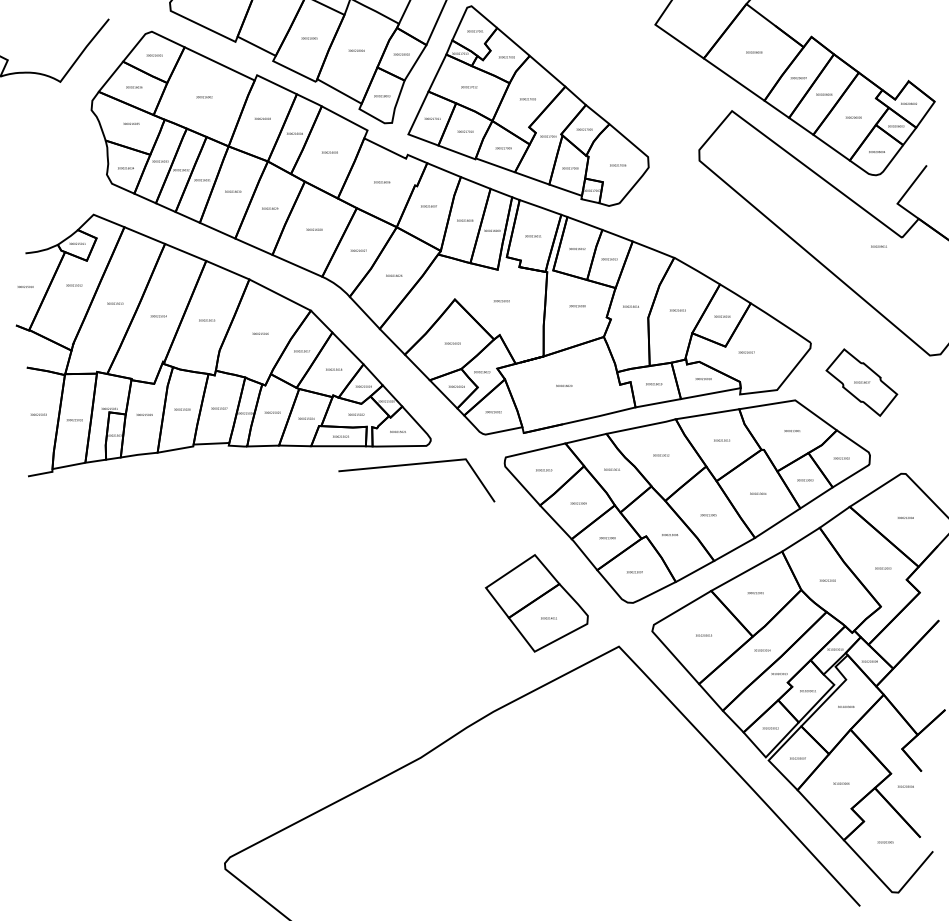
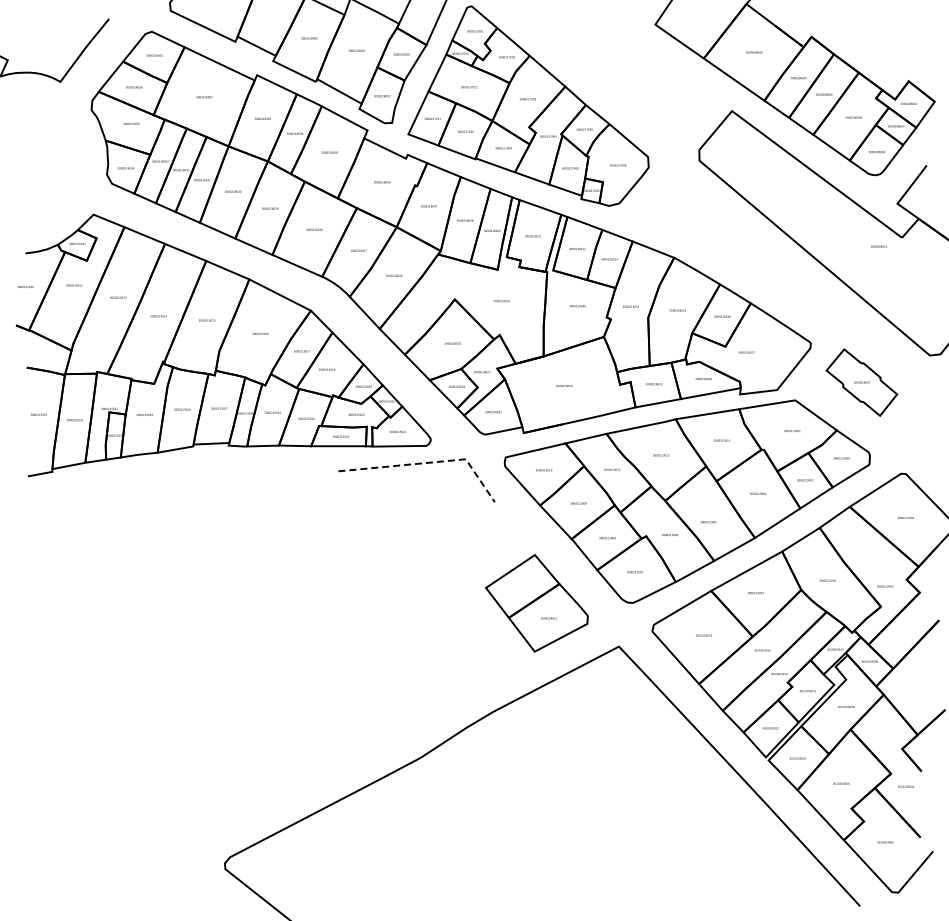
text at (115, 303) position: (115, 303) -> (118, 297)
text at (334, 369) position: (334, 369) -> (327, 369)
line at (428, 462): solid -> dashed
text at (708, 515) position: (708, 515) -> (708, 522)
text at (883, 568) position: (883, 568) -> (885, 586)
